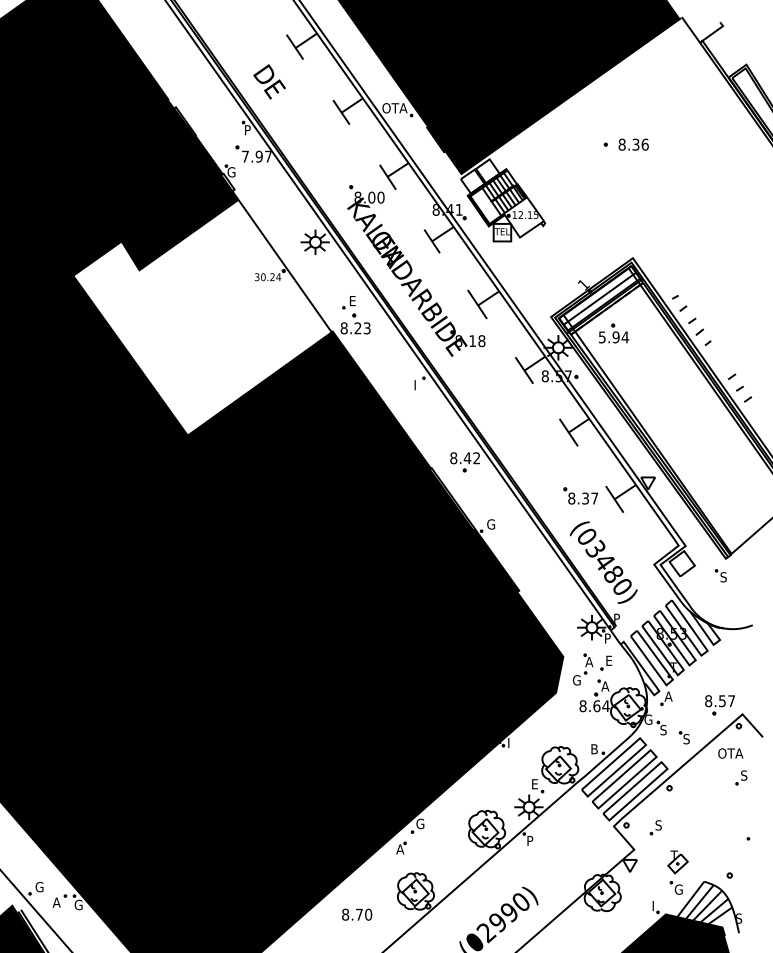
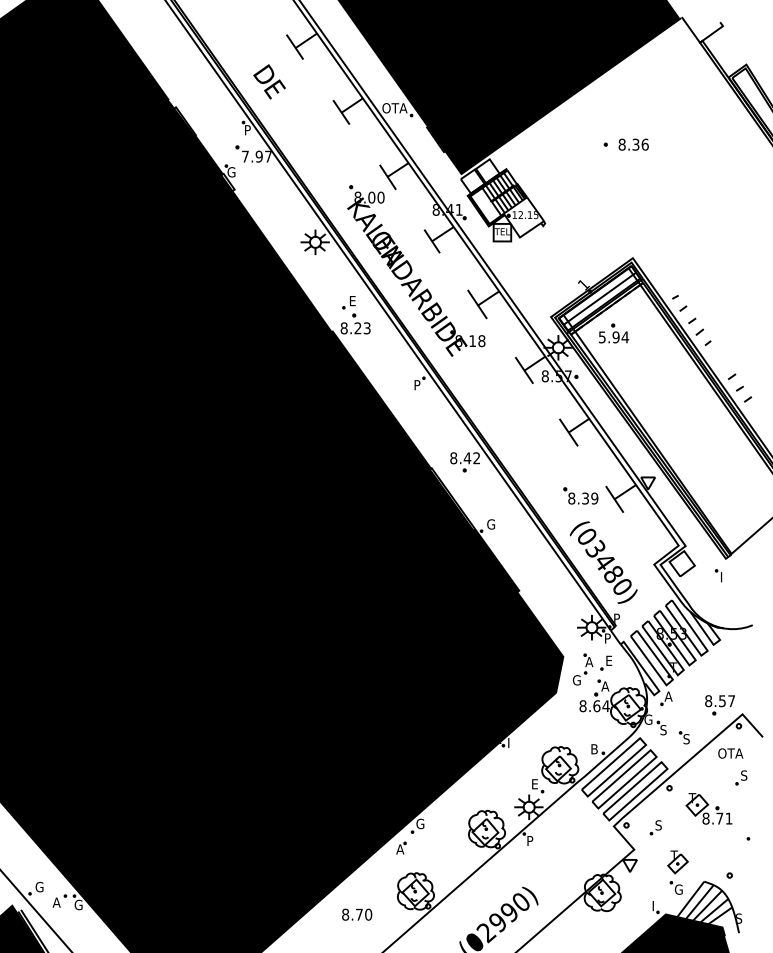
fill at (202, 317): none -> present
text at (417, 383): I -> P
text at (594, 498): 8.37 -> 8.39
text at (723, 577): S -> I
part at (708, 808): none -> present
